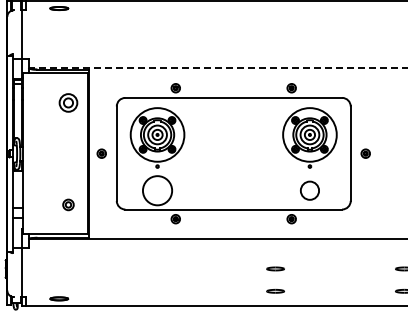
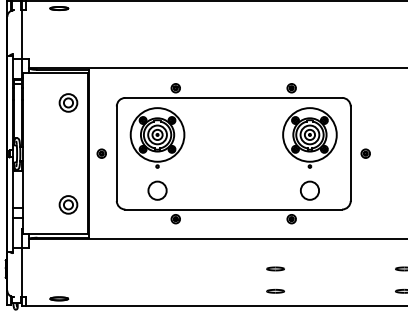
line at (217, 68): dashed -> solid
circle at (157, 190) diameter: 29 px -> 18 px
part at (68, 204) size: 13x14 px -> 21x20 px
